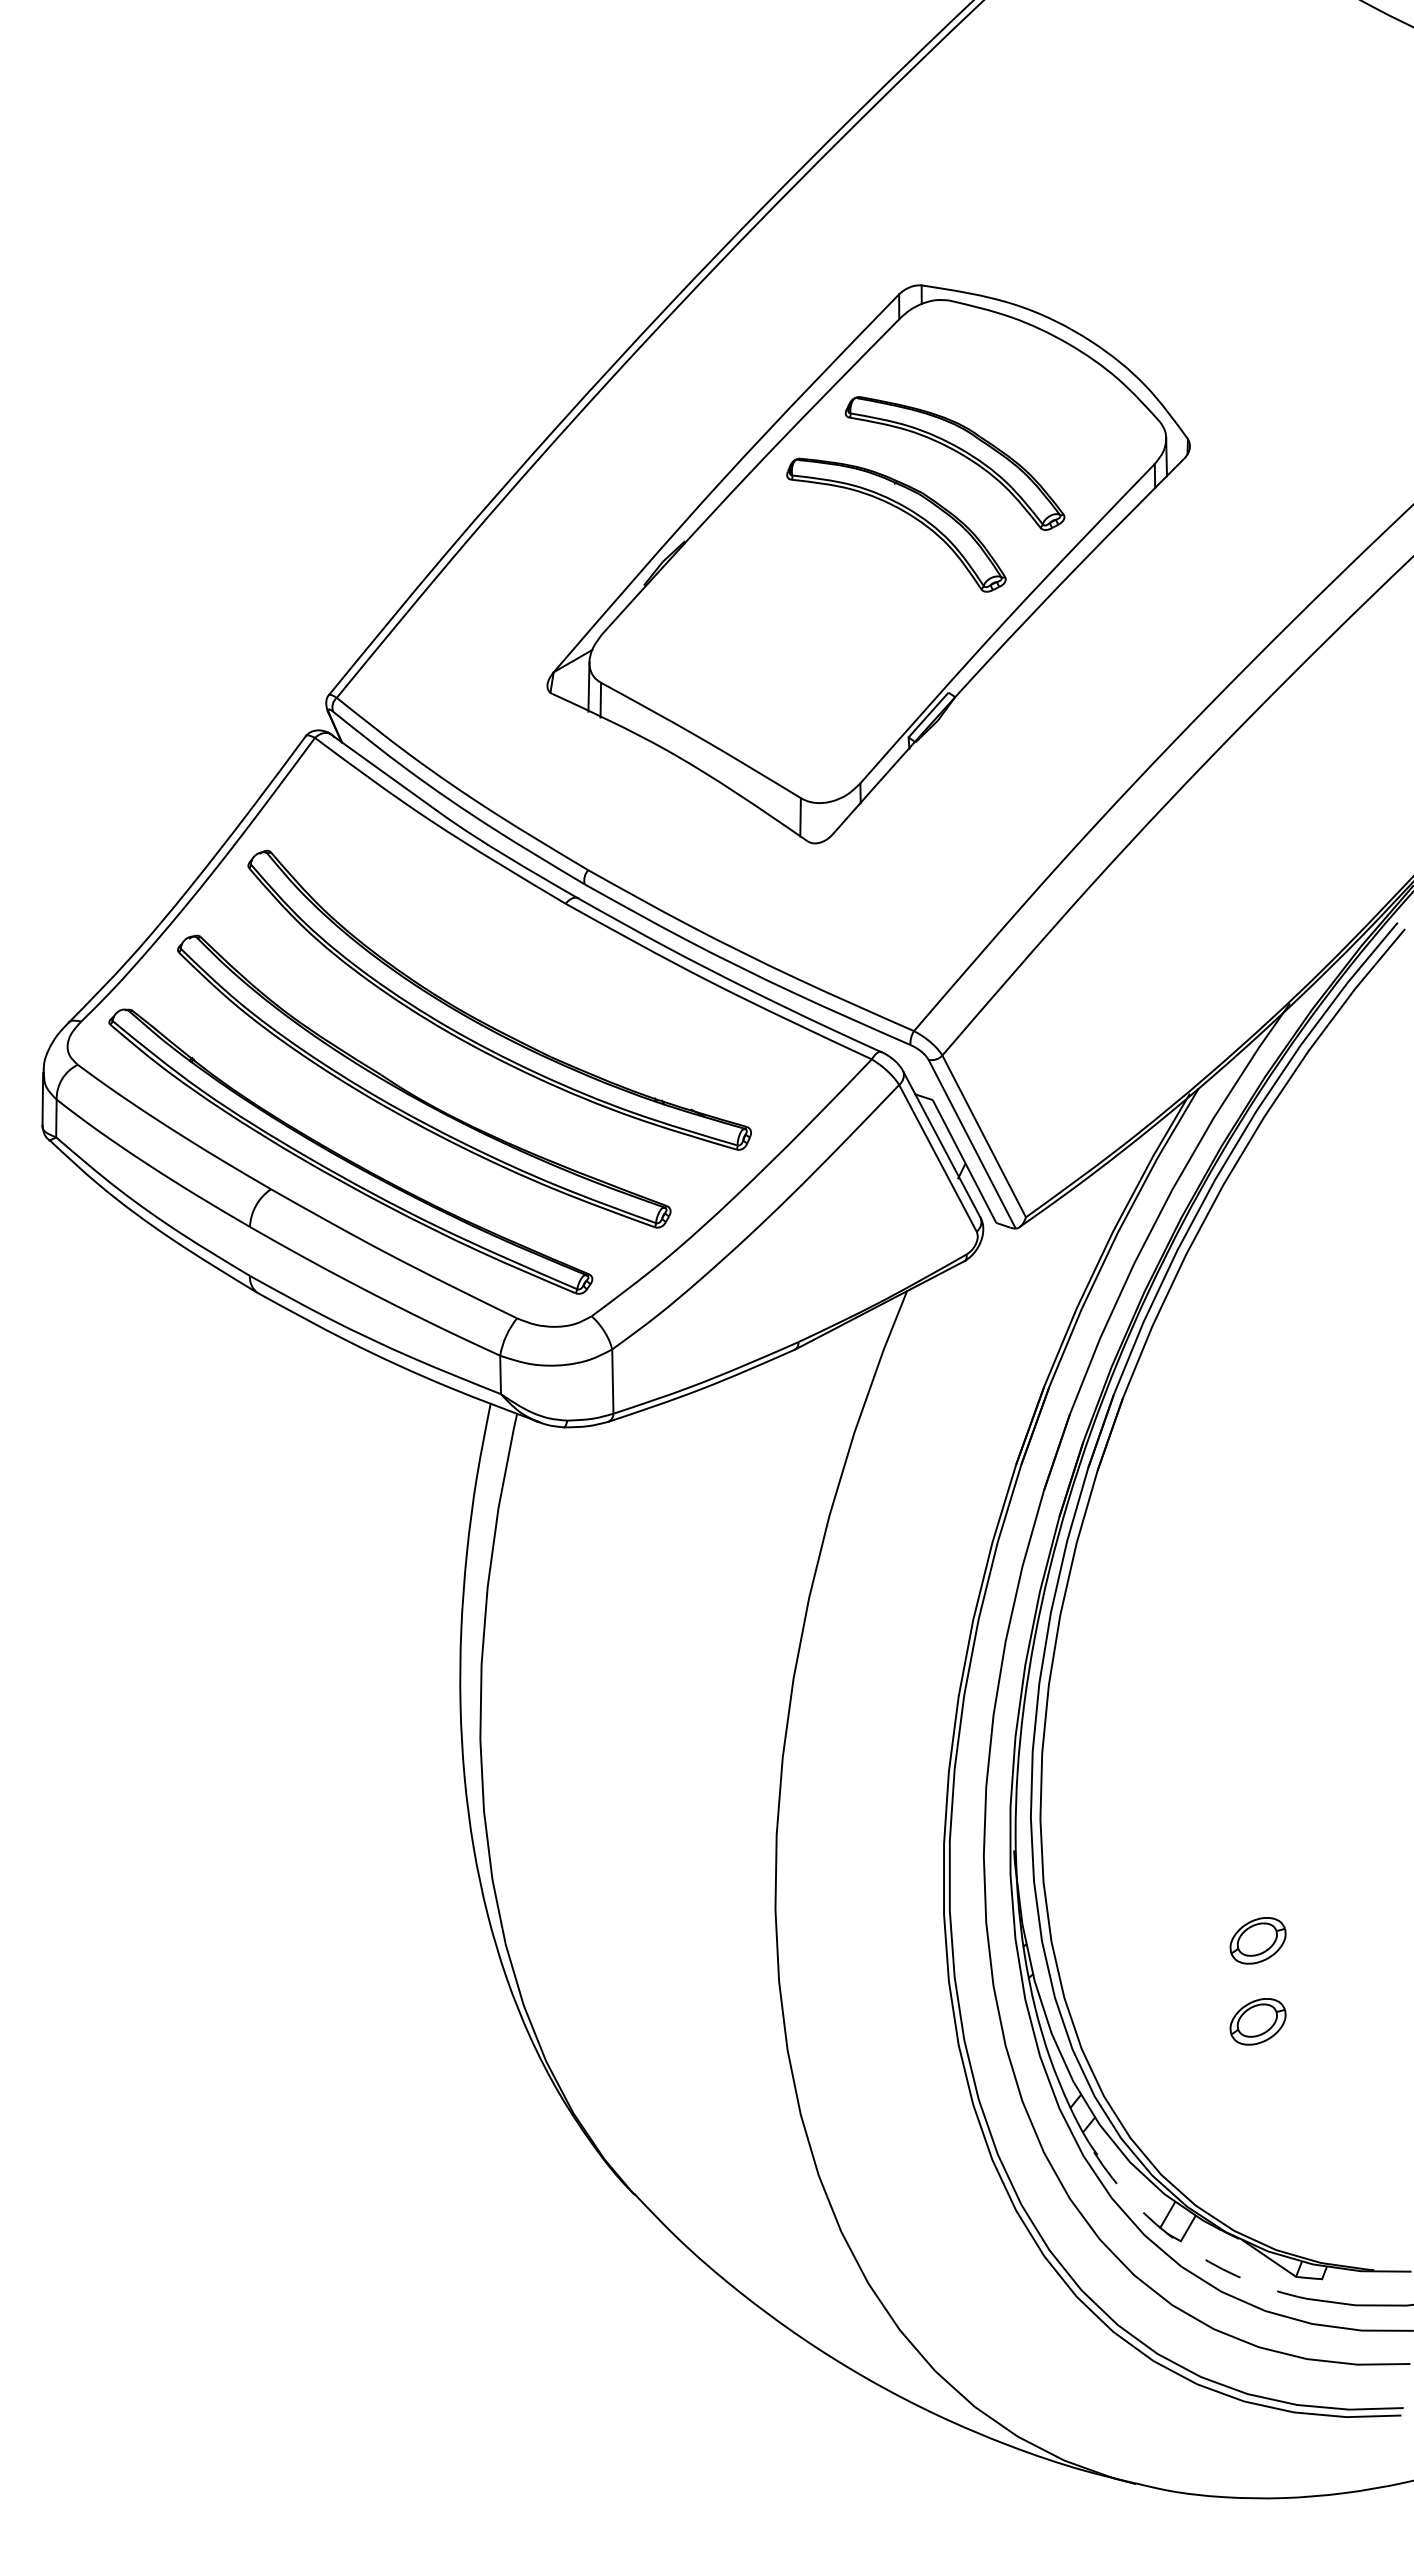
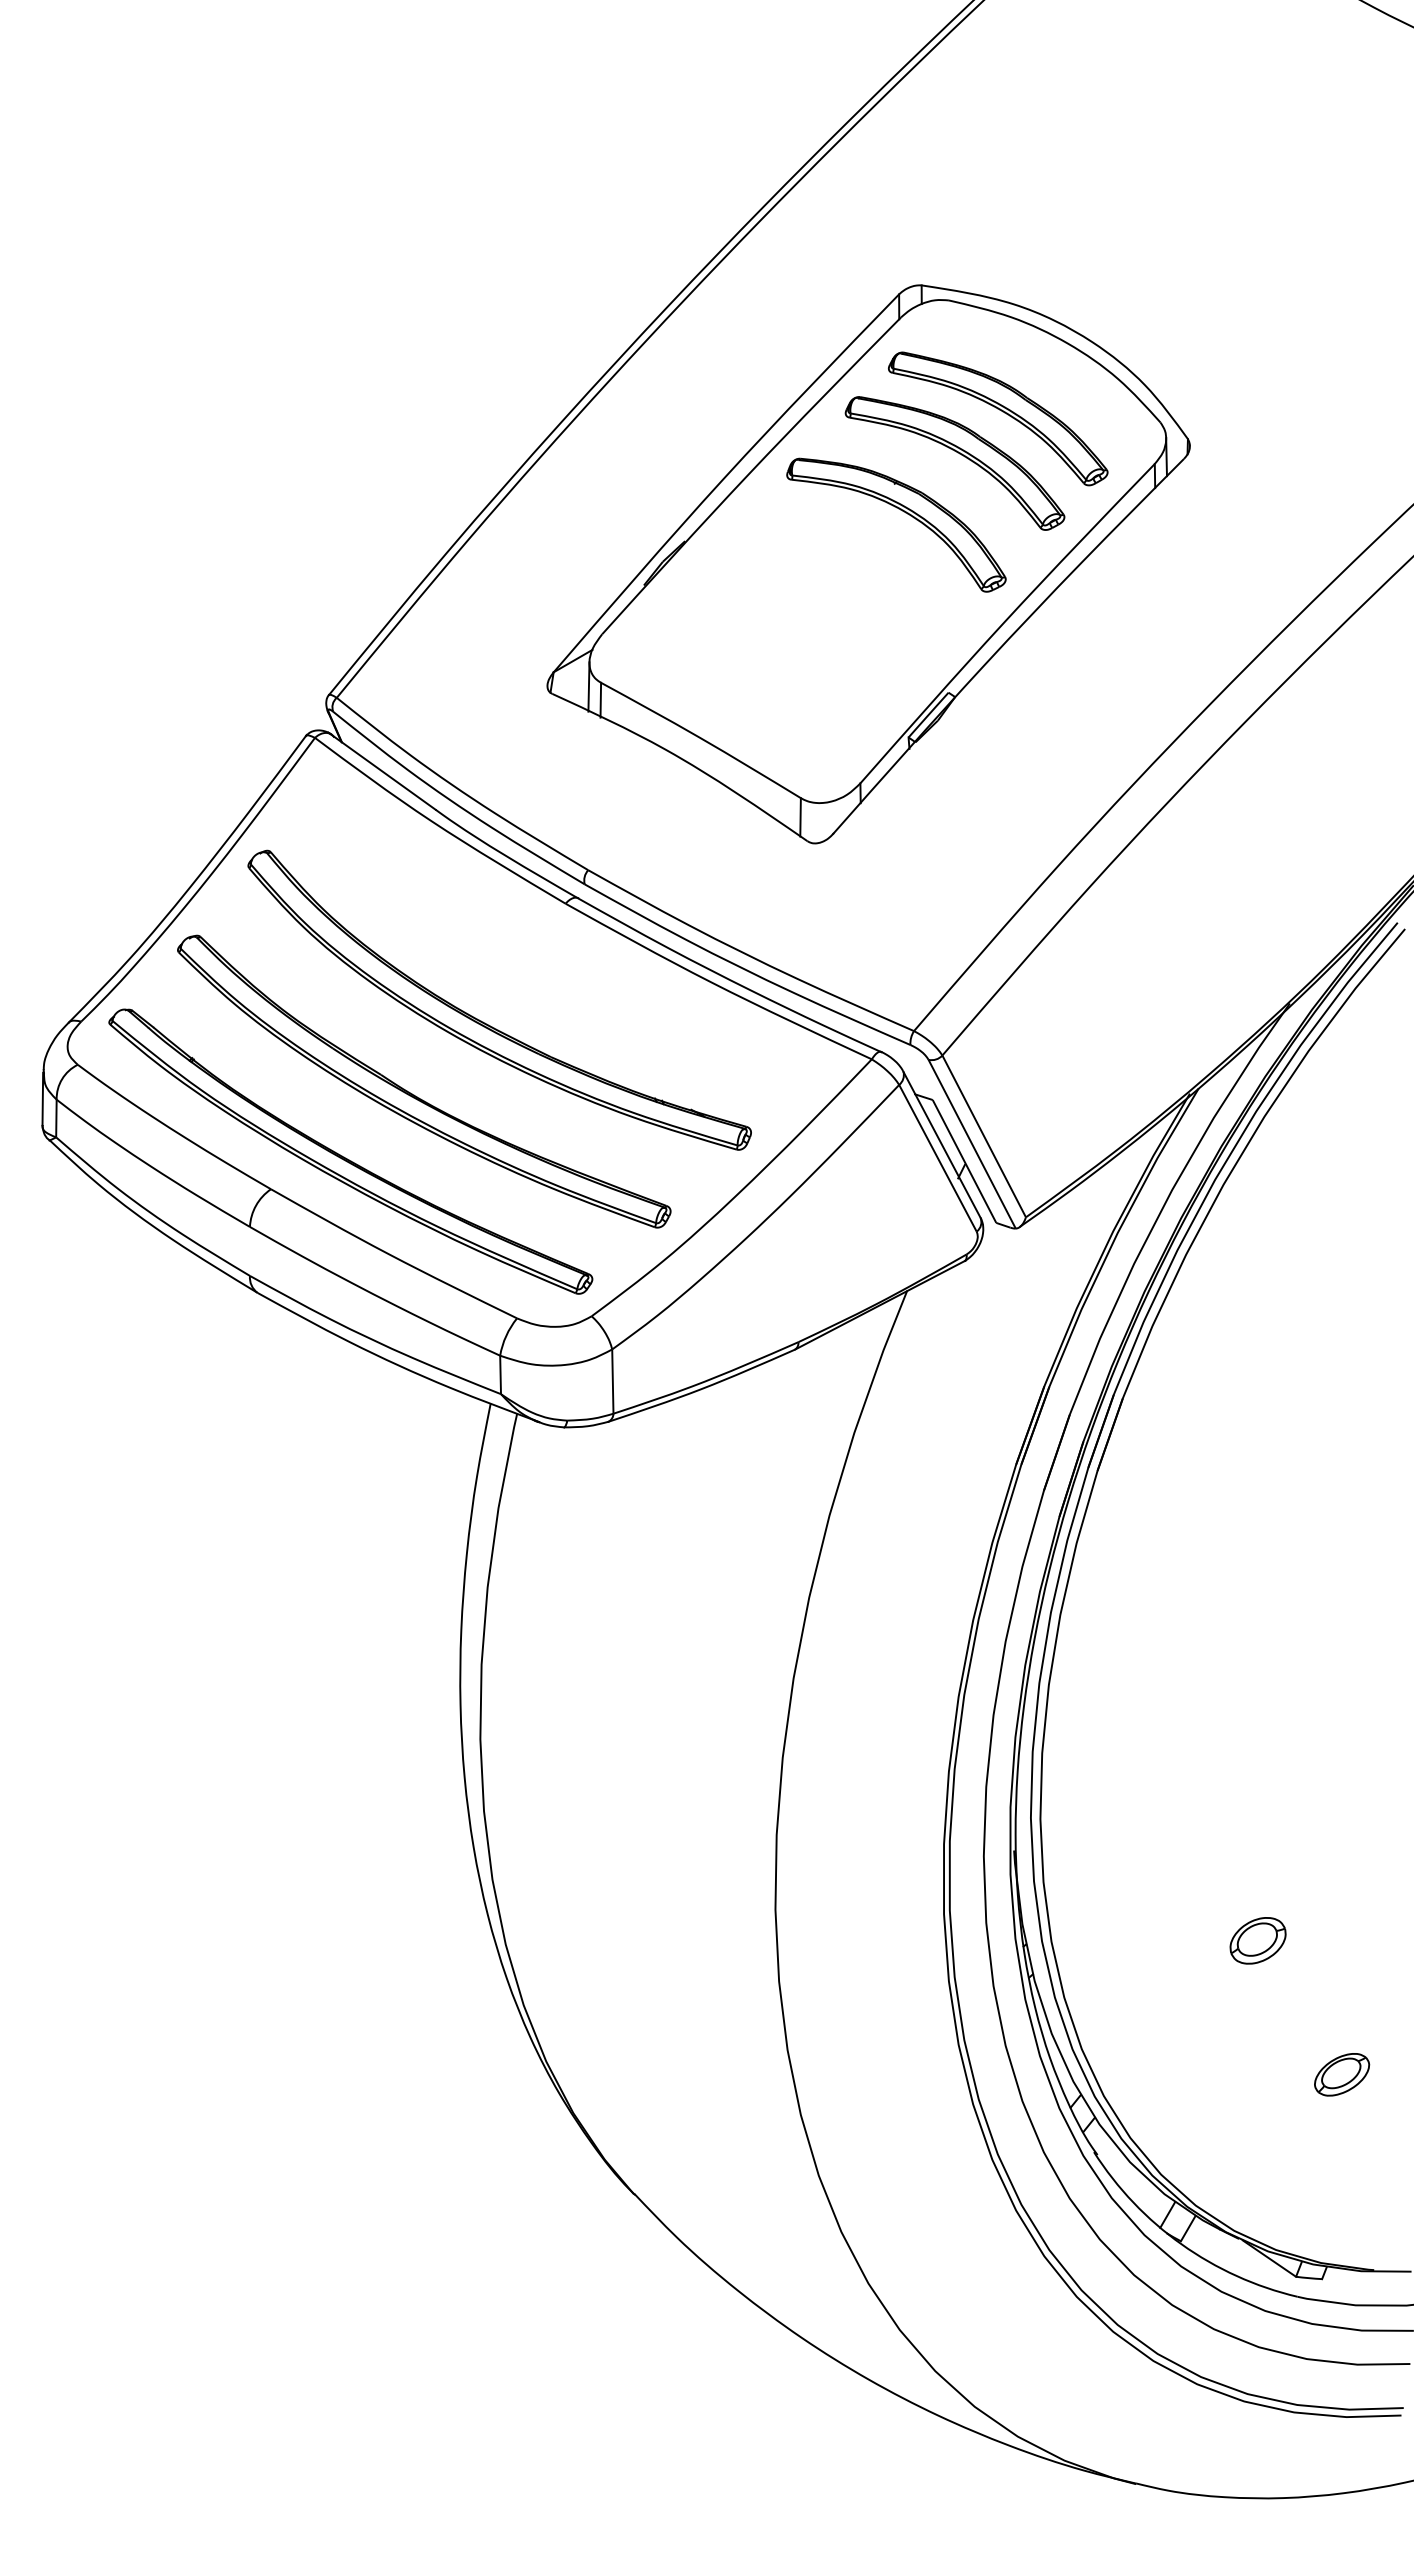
part at (1002, 412): none -> present
part at (1257, 2021): present -> none
part at (1342, 2074): none -> present
arc at (1181, 2244): dashed -> solid
